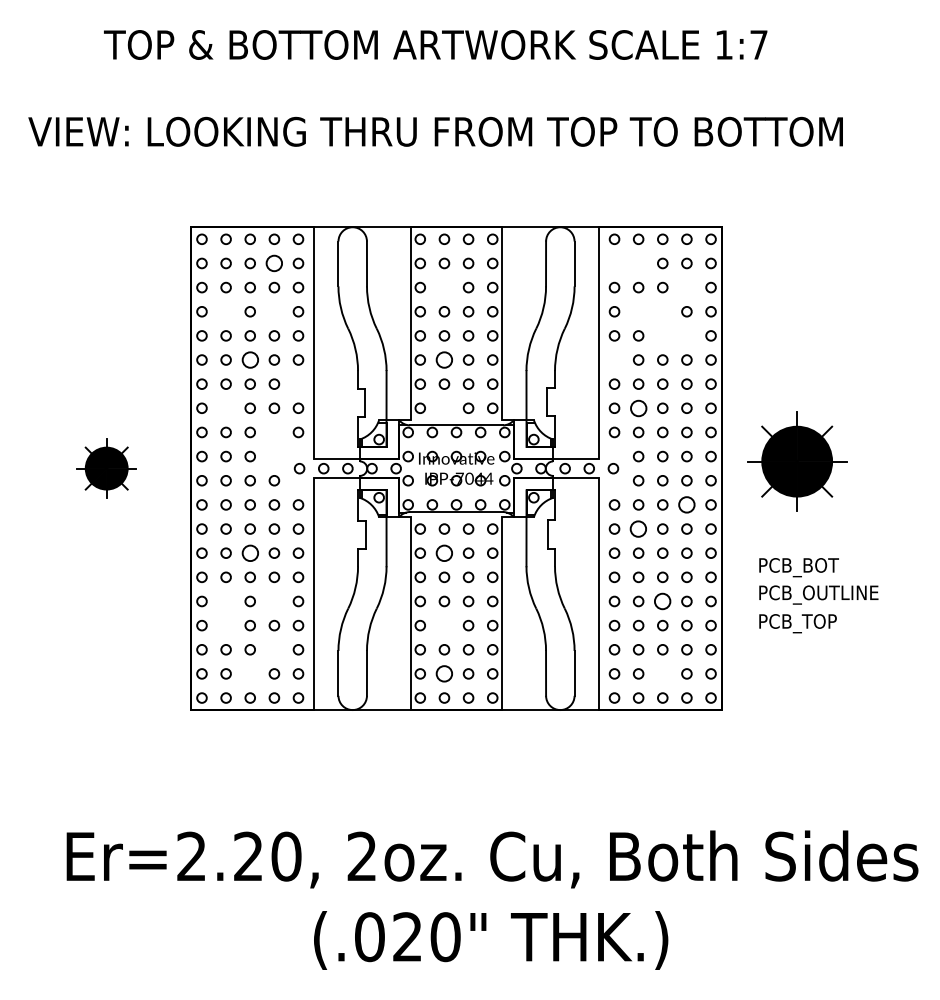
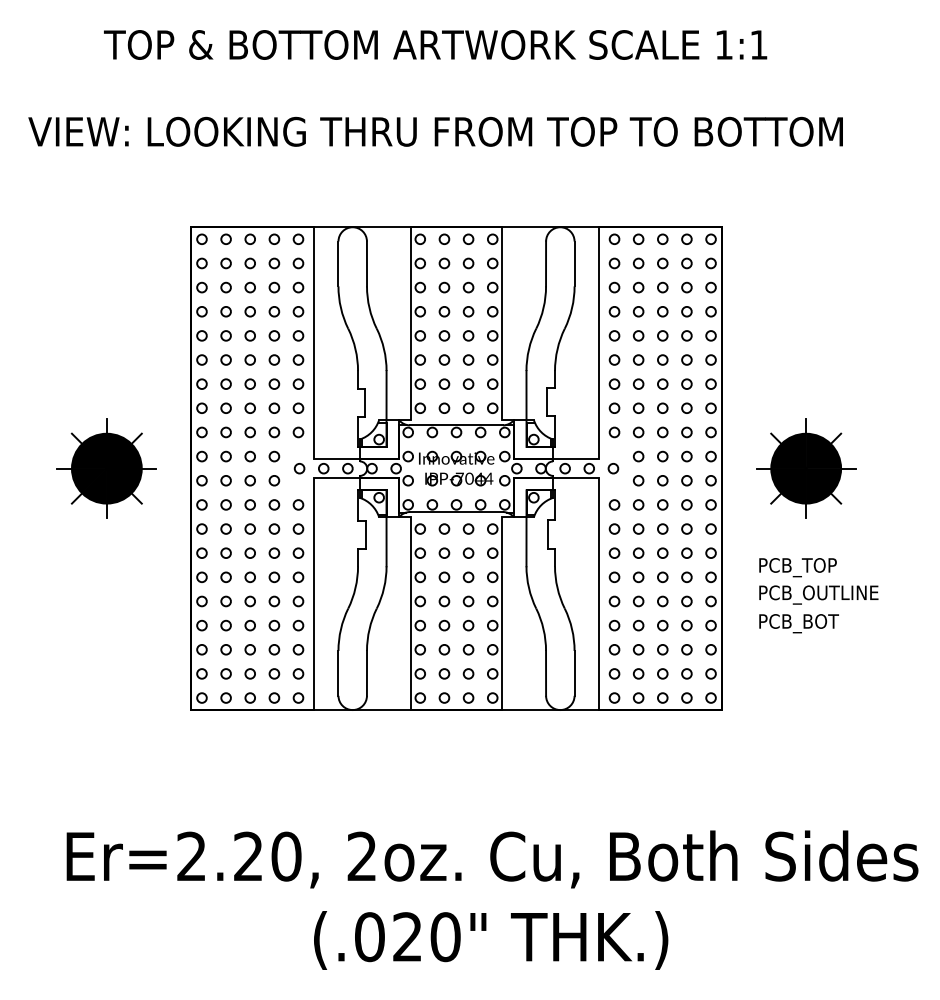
text at (758, 44): 1:7 -> 1:1
circle at (273, 263) size: 18x19 px -> 13x13 px
circle at (614, 263): none -> present
circle at (638, 263): none -> present
circle at (444, 287): none -> present
circle at (686, 287): none -> present
circle at (225, 311): none -> present
circle at (274, 311): none -> present
circle at (638, 311): none -> present
circle at (662, 311): none -> present
circle at (662, 335): none -> present
circle at (686, 335): none -> present
circle at (249, 359) size: 18x18 px -> 12x12 px
circle at (443, 359) size: 18x18 px -> 13x12 px
circle at (614, 359): none -> present
circle at (298, 383): none -> present
circle at (225, 407): none -> present
circle at (444, 407): none -> present
circle at (638, 408) size: 18x19 px -> 13x12 px
circle at (274, 432): none -> present
circle at (274, 456): none -> present
part at (797, 461) position: (797, 461) -> (806, 468)
part at (106, 468) size: 61x61 px -> 101x101 px
circle at (686, 504) size: 18x18 px -> 12x12 px
circle at (637, 528) size: 18x18 px -> 12x12 px
circle at (249, 552) size: 18x18 px -> 12x12 px
circle at (443, 552) size: 18x18 px -> 13x12 px
text at (819, 565): PCB_BOT -> PCB_TOP
circle at (225, 601): none -> present
circle at (274, 601): none -> present
circle at (662, 601) size: 18x19 px -> 12x13 px
text at (819, 621): PCB_TOP -> PCB_BOT
circle at (225, 625): none -> present
circle at (444, 625): none -> present
circle at (274, 649): none -> present
circle at (249, 673): none -> present
circle at (443, 673) size: 18x18 px -> 13x12 px
circle at (662, 673): none -> present
